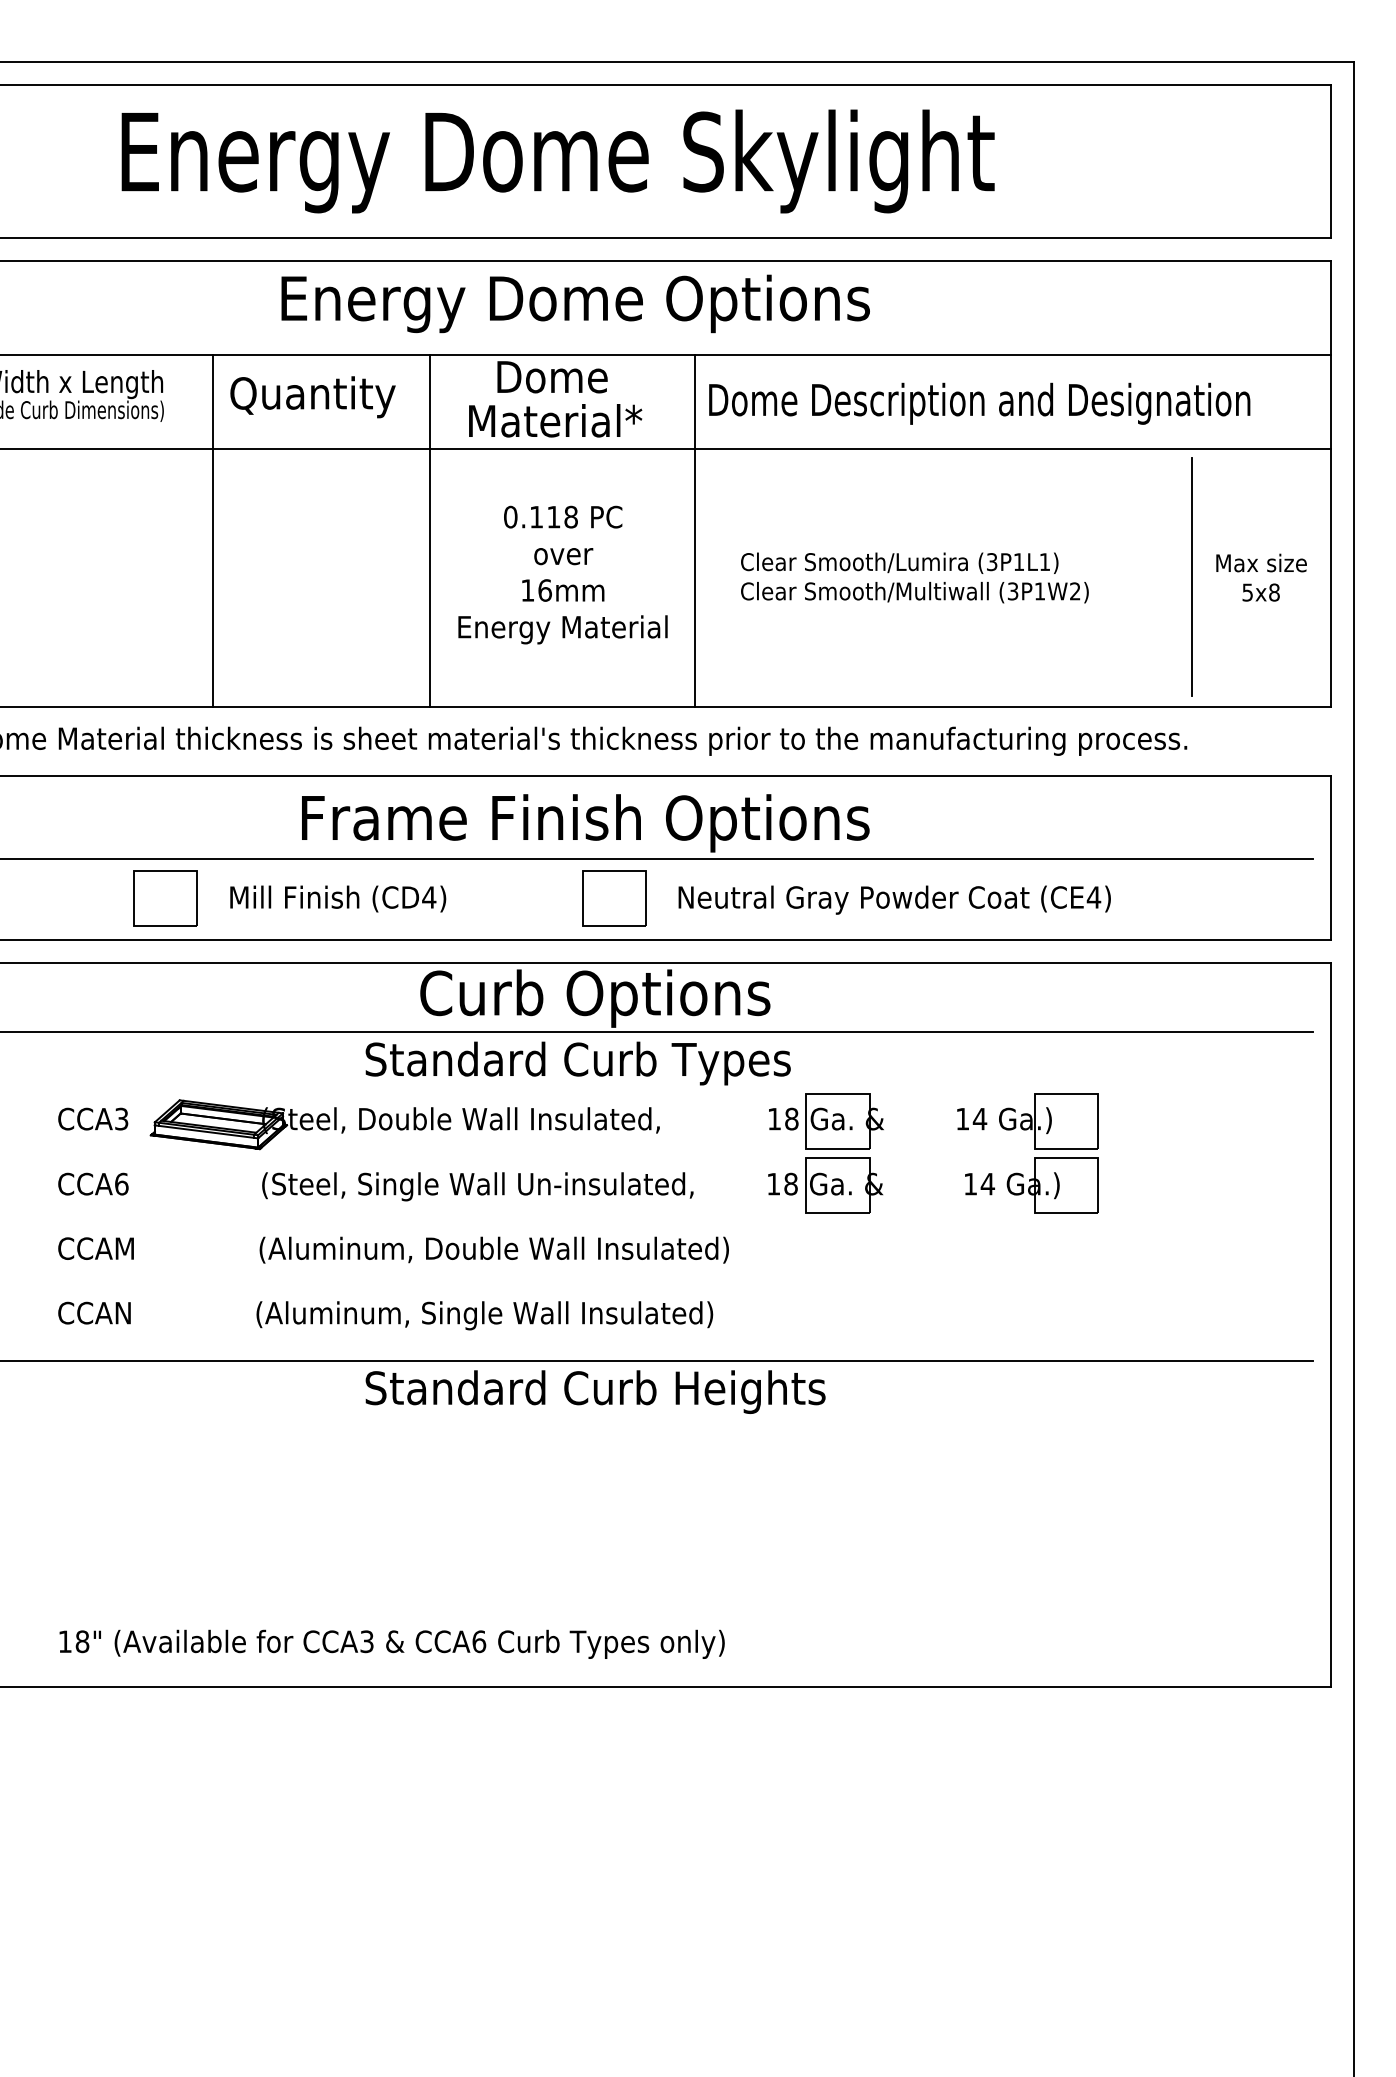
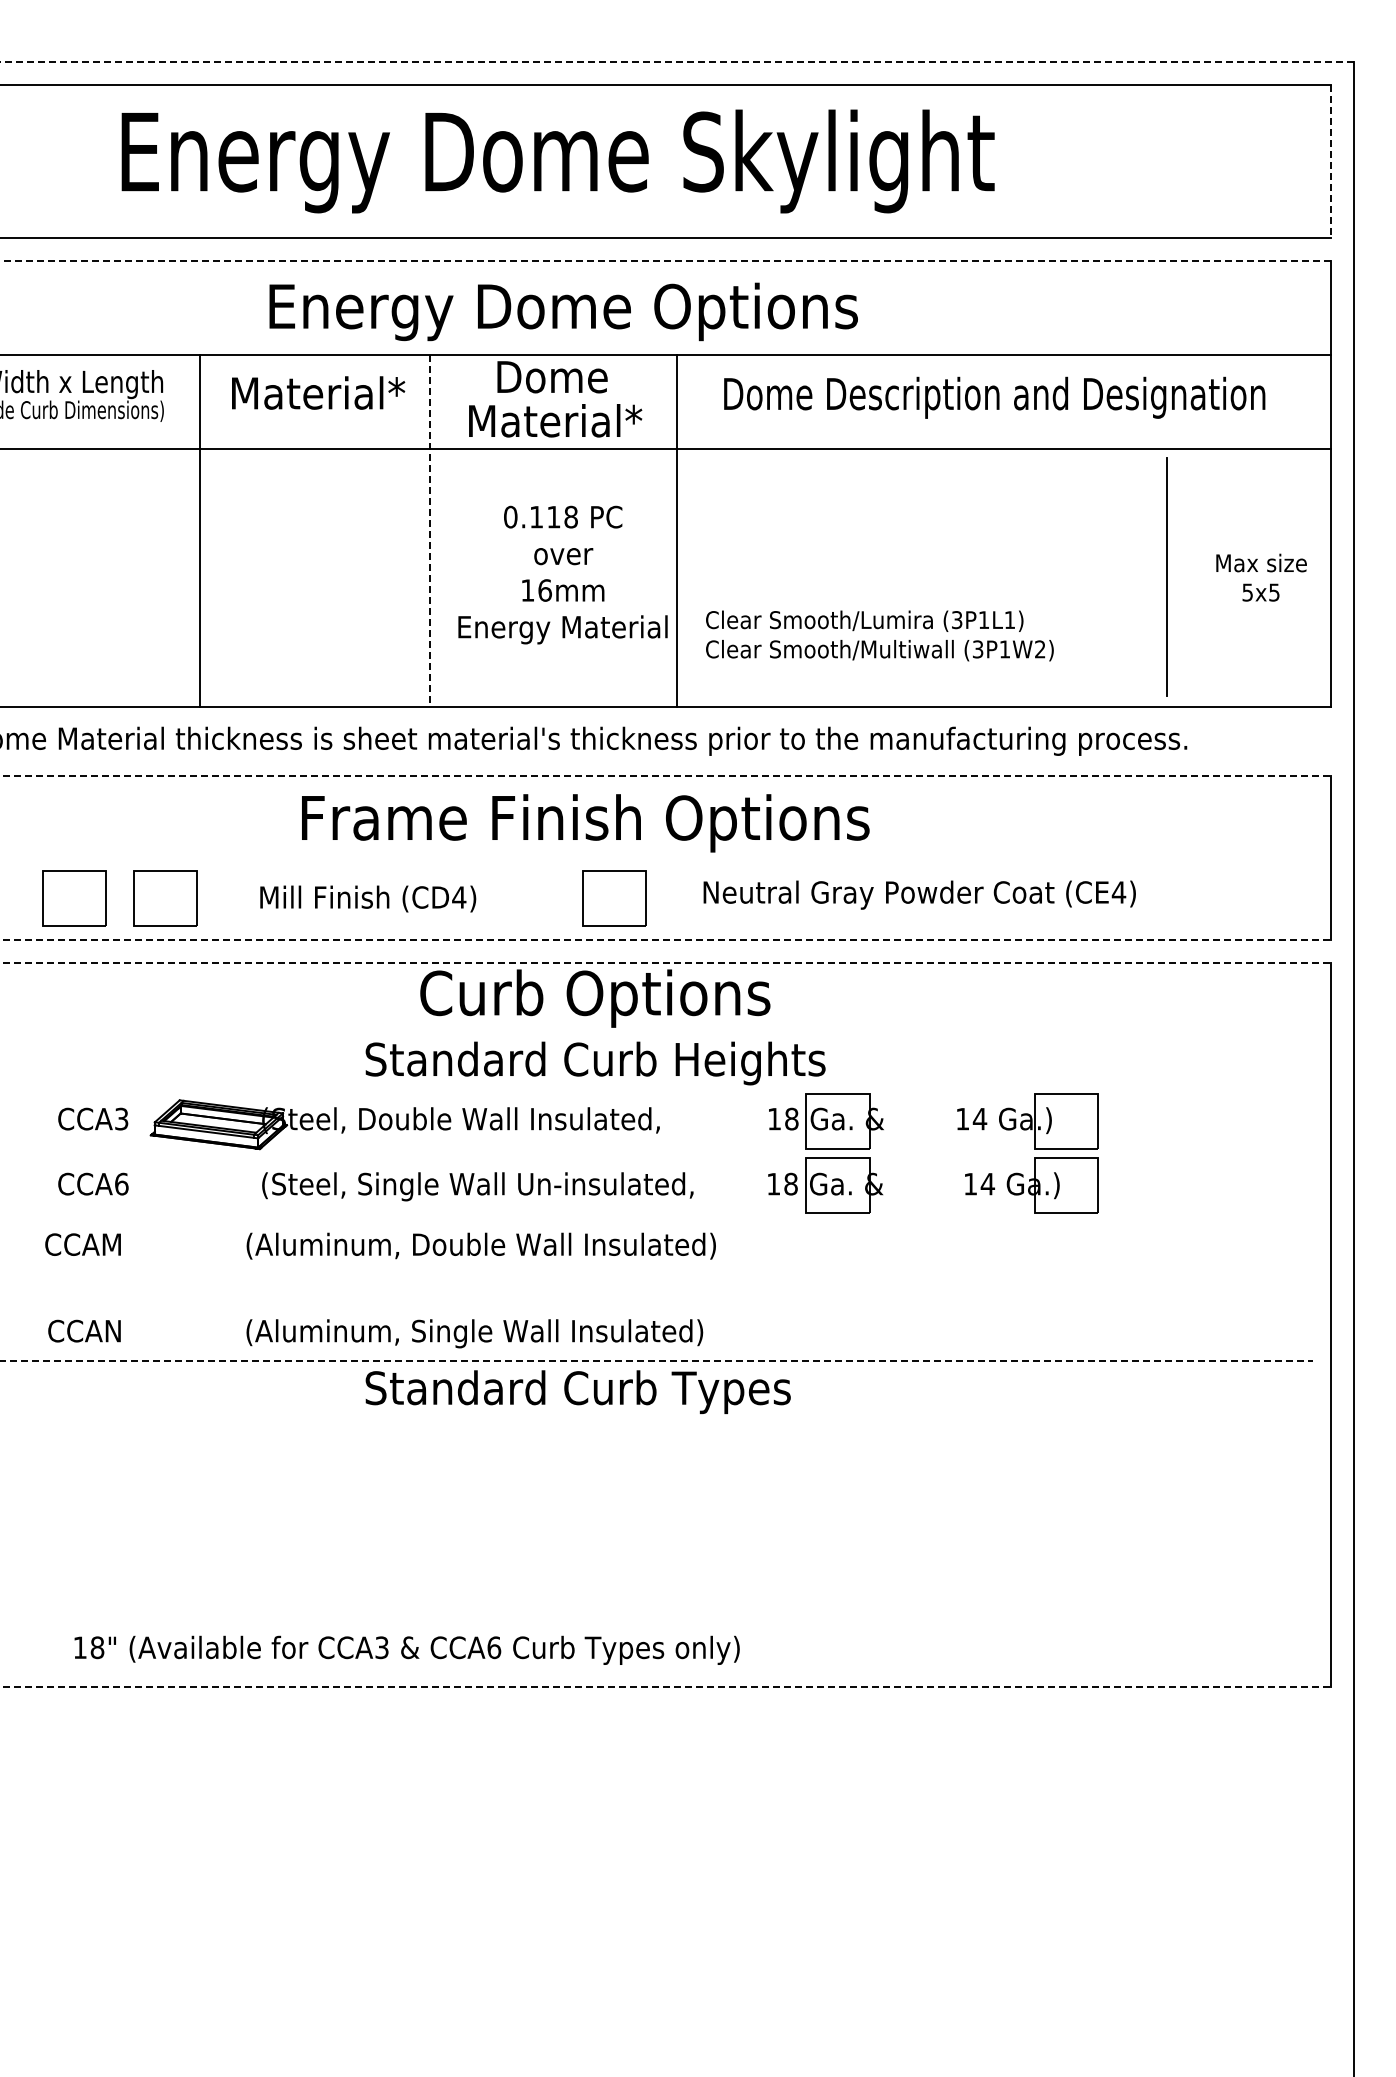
line at (677, 62): solid -> dashed
line at (1331, 162): solid -> dashed
line at (665, 260): solid -> dashed
text at (575, 303) position: (575, 303) -> (563, 311)
text at (317, 397): Quantity -> Material*
text at (979, 403) position: (979, 403) -> (994, 397)
line at (212, 530) position: (212, 530) -> (199, 530)
line at (430, 530): solid -> dashed
line at (694, 530) position: (694, 530) -> (676, 530)
line at (1191, 576) position: (1191, 576) -> (1166, 576)
text at (914, 577) position: (914, 577) -> (879, 635)
text at (1274, 592): 5x8 -> 5x5
line at (666, 775): solid -> dashed
line at (657, 859): present -> none
part at (74, 898): none -> present
text at (338, 898) position: (338, 898) -> (368, 898)
text at (894, 899) position: (894, 899) -> (919, 894)
line at (666, 940): solid -> dashed
line at (666, 963): solid -> dashed
line at (657, 1031): present -> none
text at (748, 1063): Standard Curb Types -> Standard Curb Heights
text at (393, 1249) position: (393, 1249) -> (380, 1245)
text at (385, 1315) position: (385, 1315) -> (375, 1333)
line at (657, 1360): solid -> dashed
text at (748, 1392): Standard Curb Heights -> Standard Curb Types
text at (391, 1643) position: (391, 1643) -> (406, 1649)
line at (666, 1687): solid -> dashed
